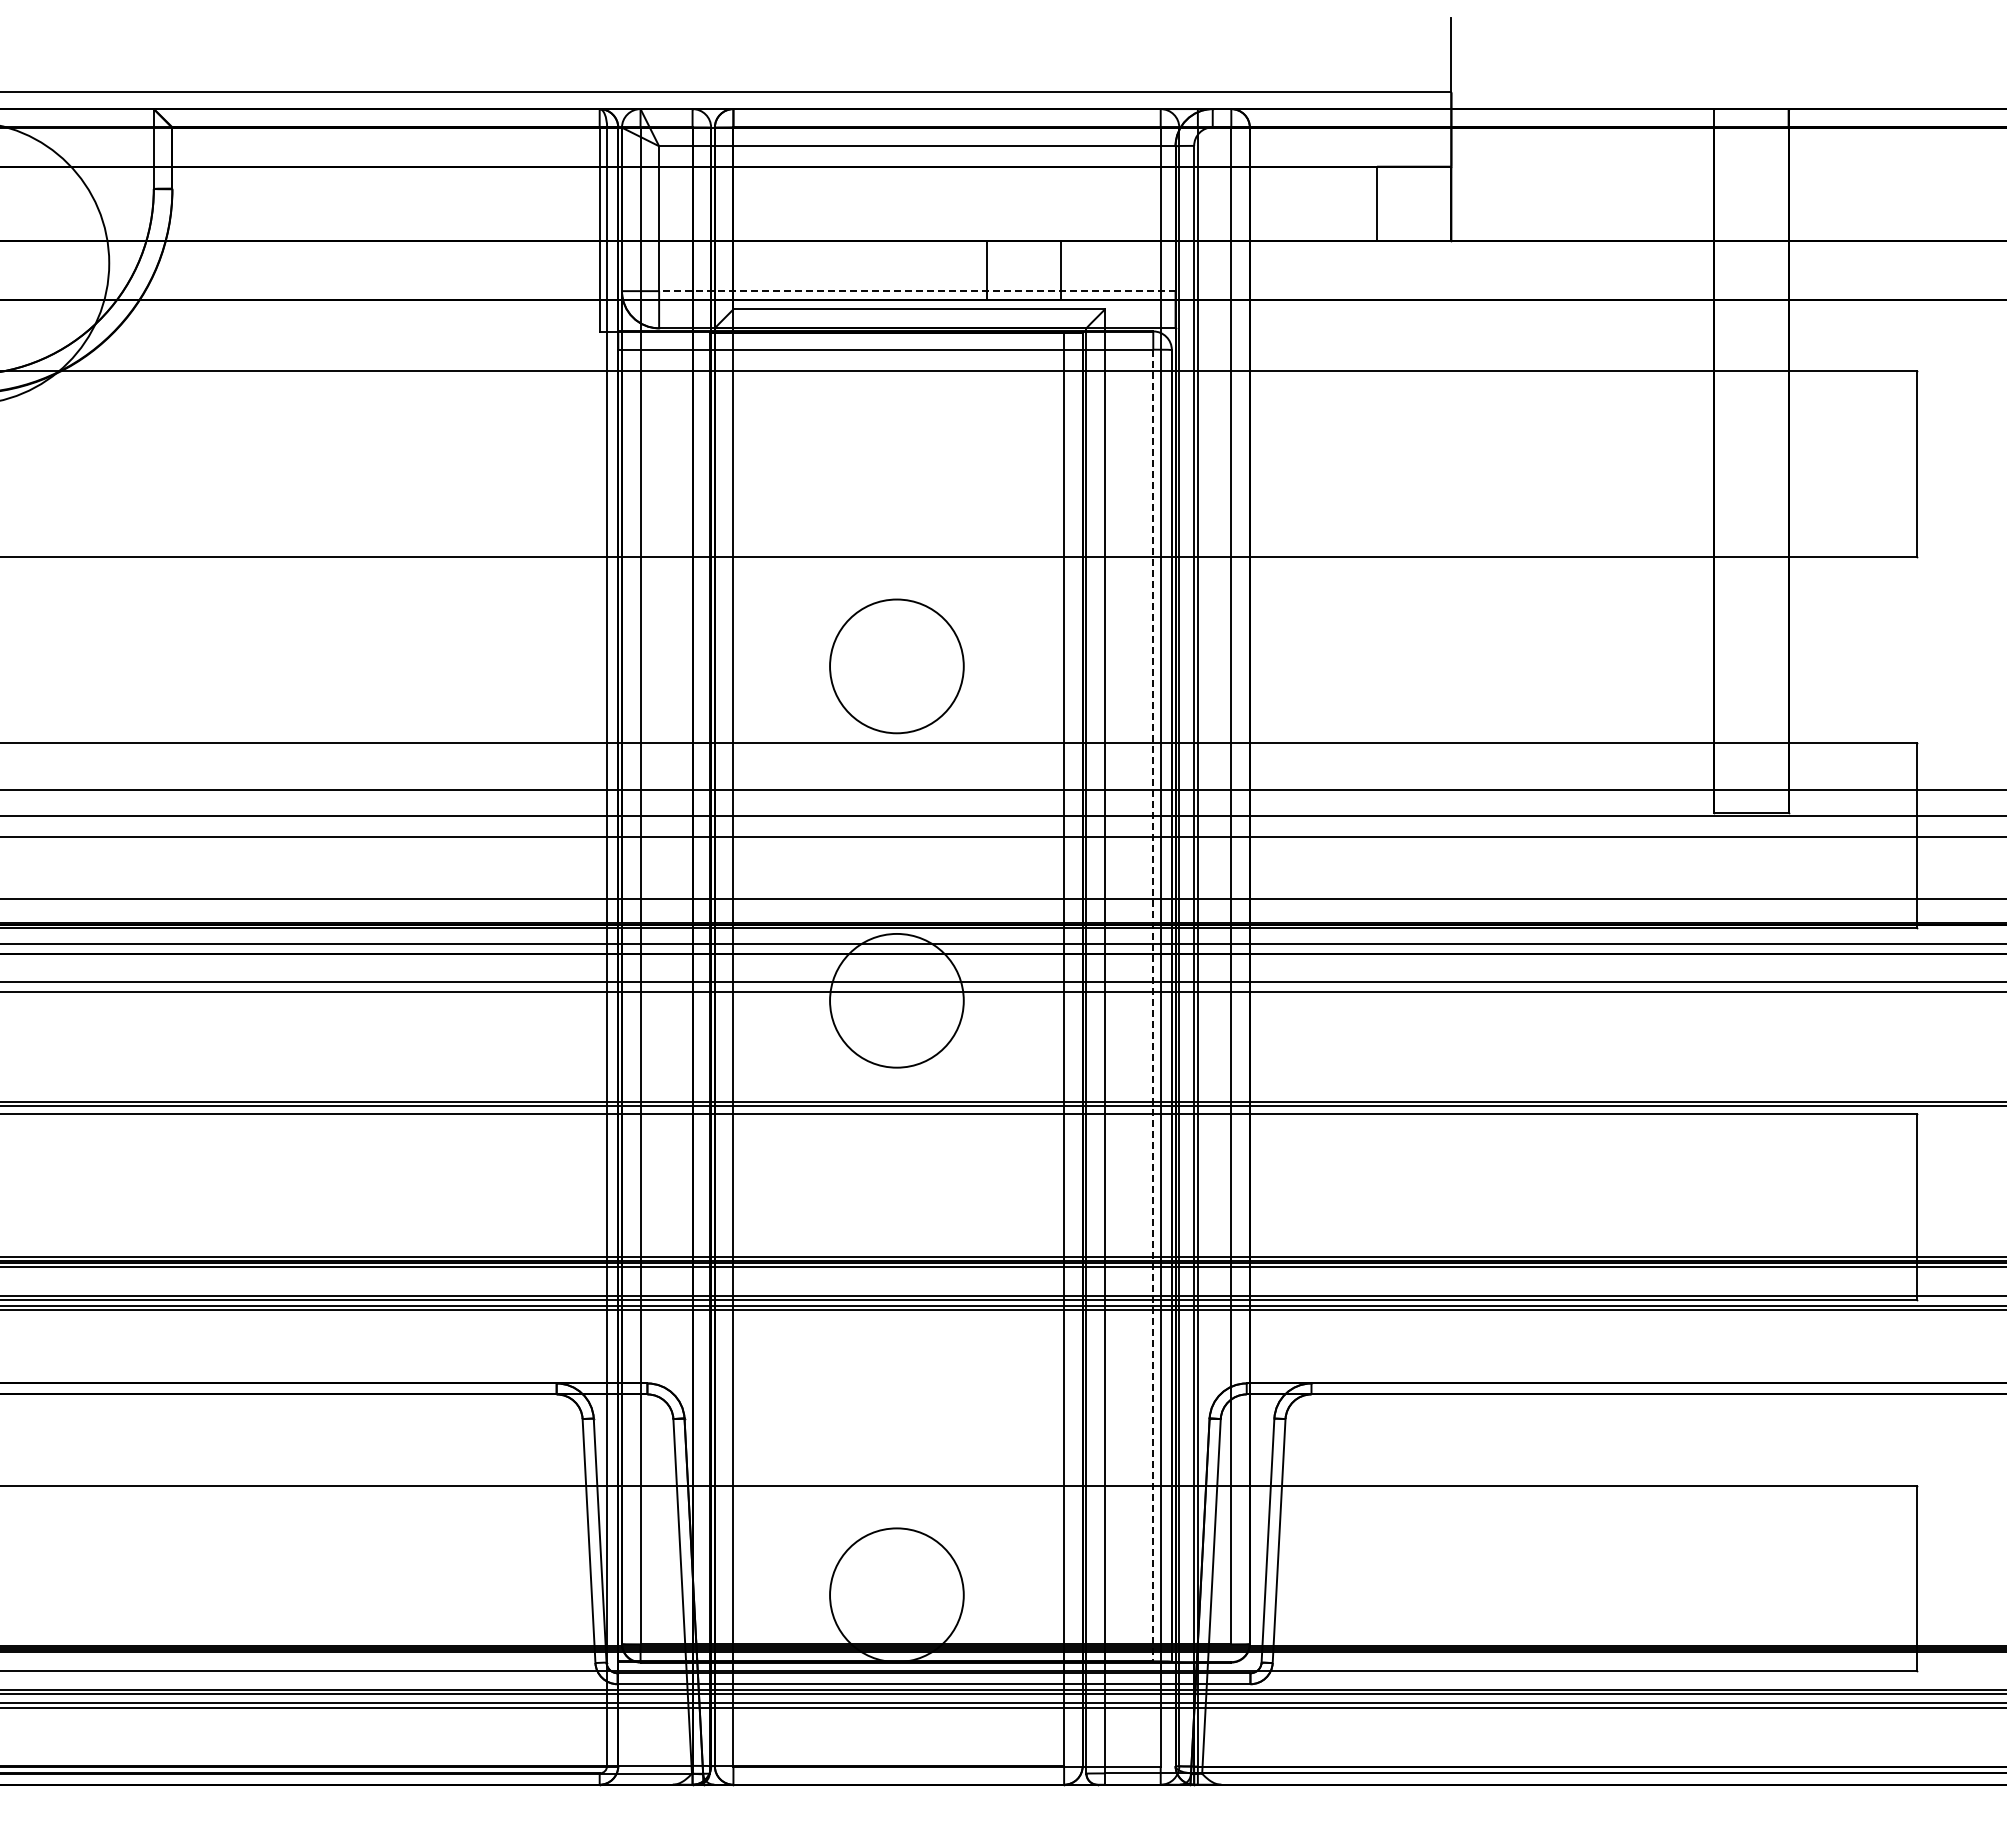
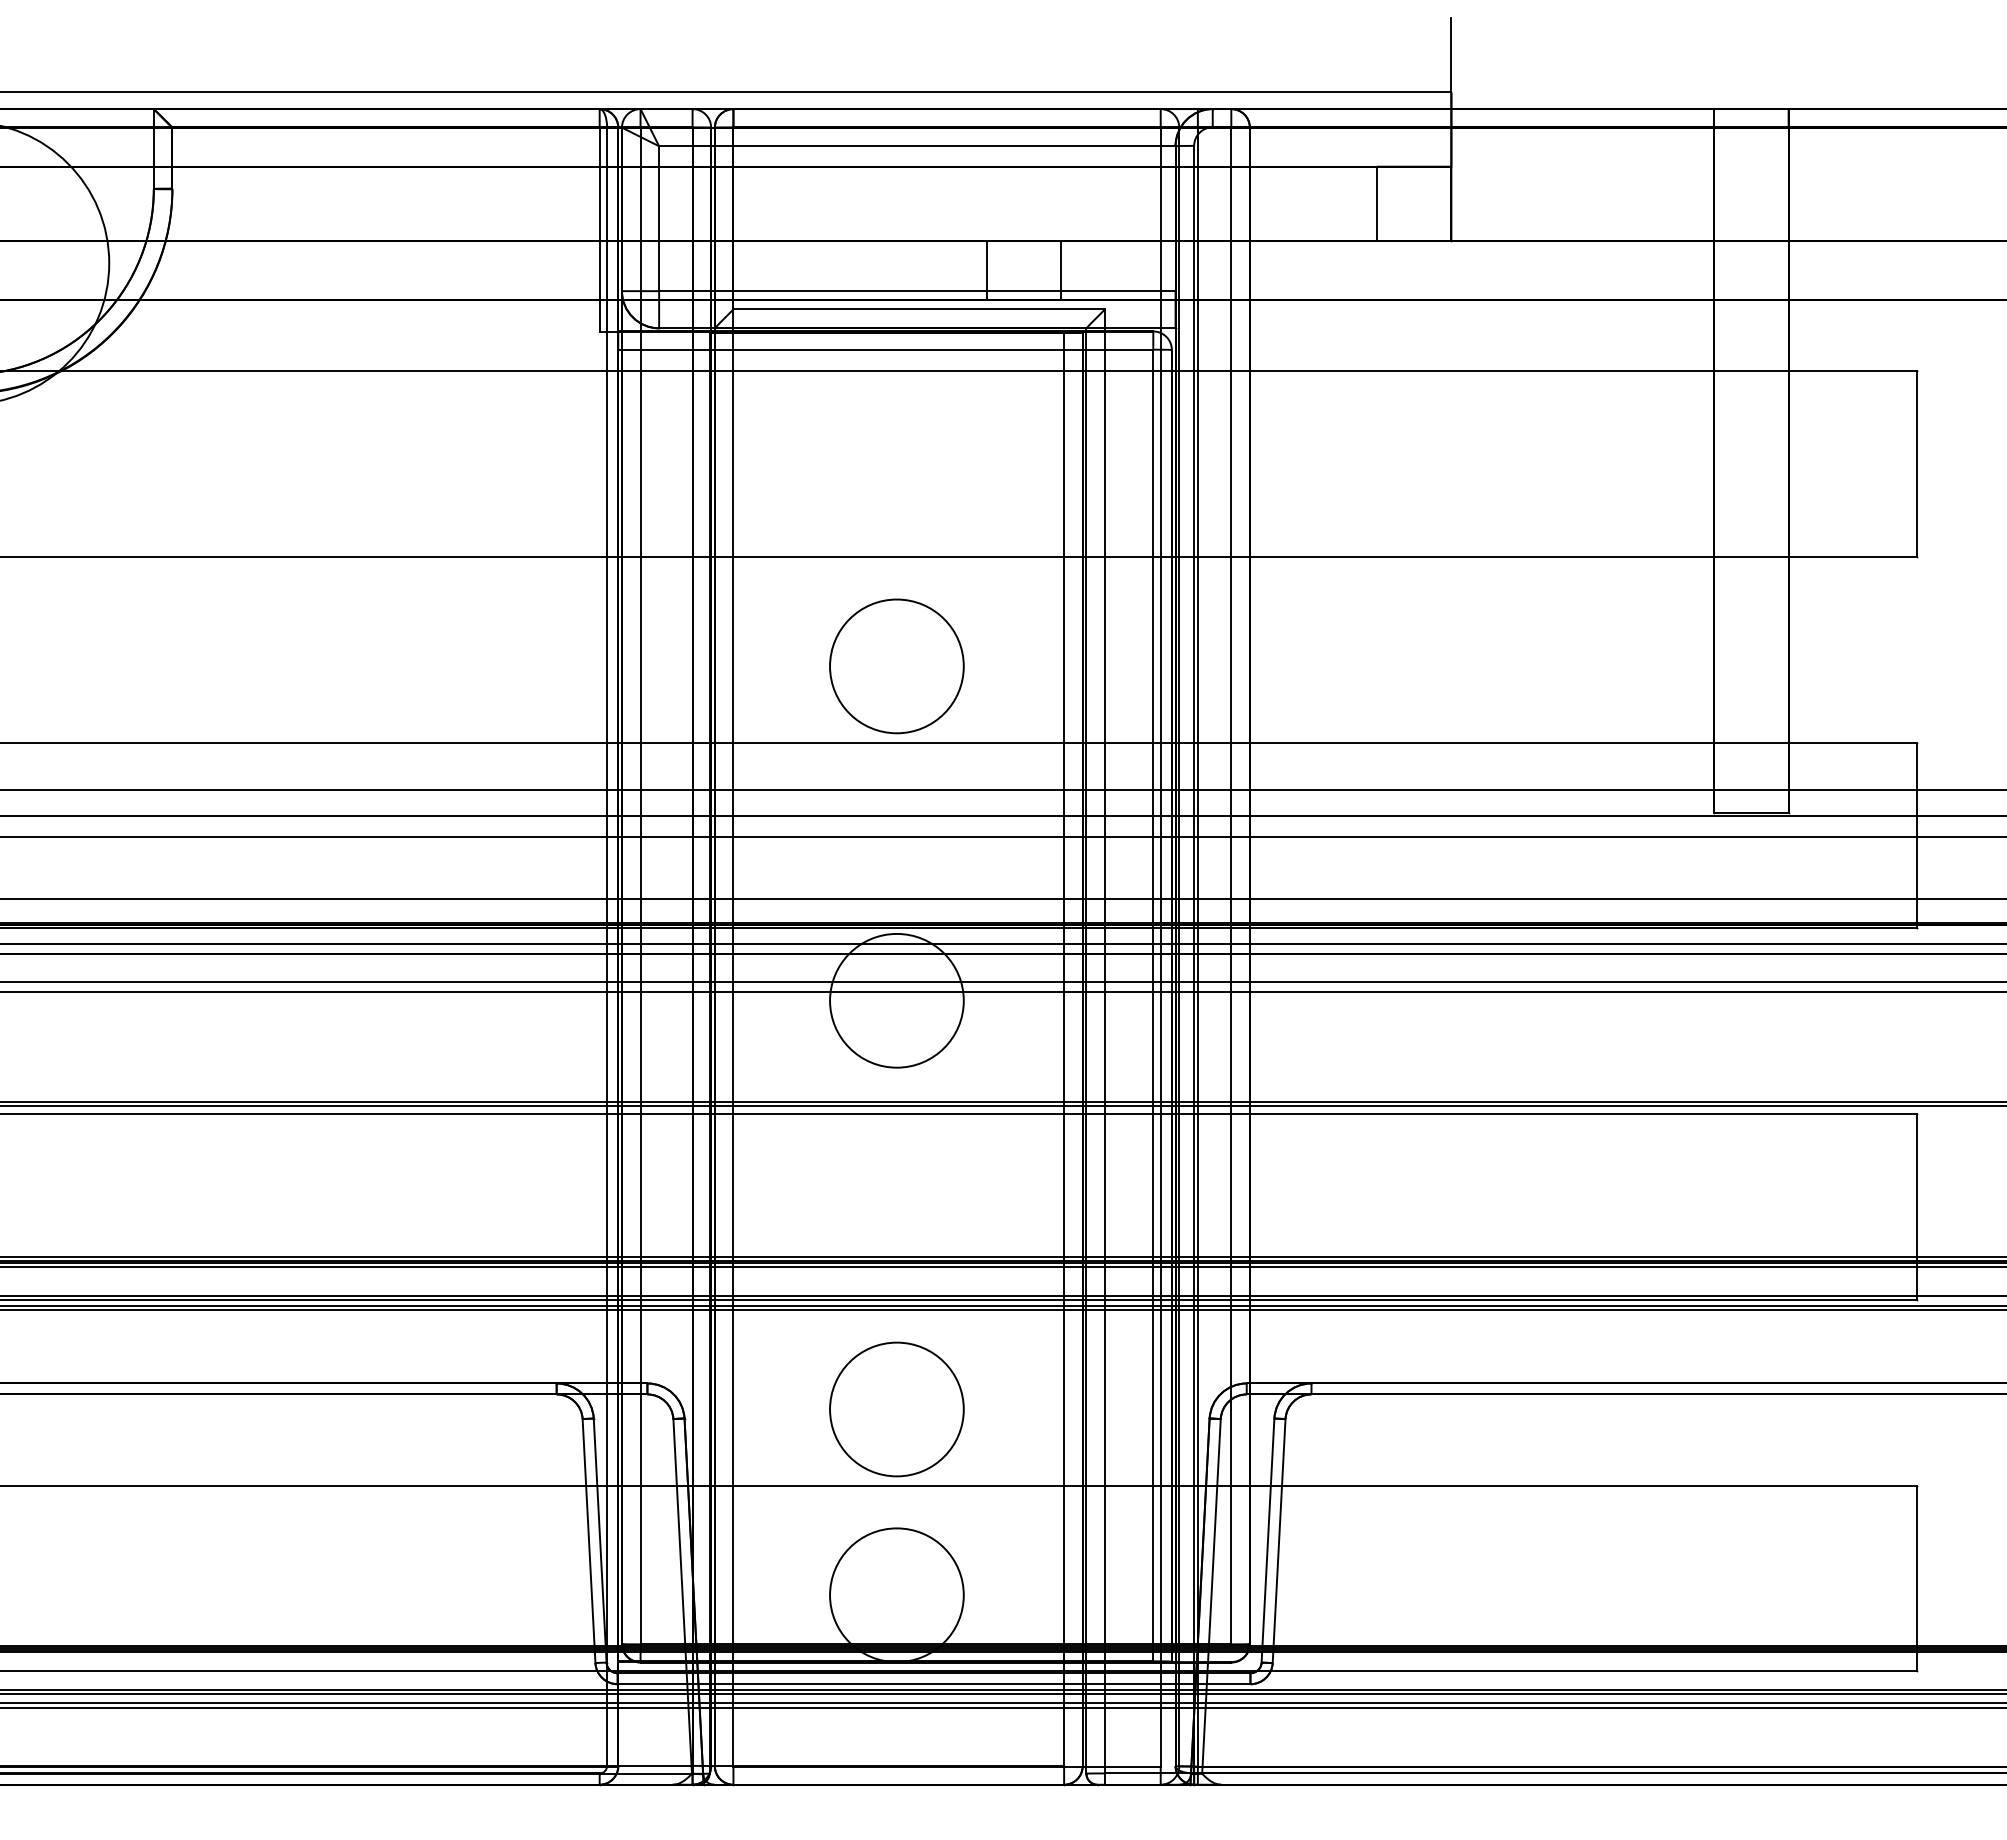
line at (916, 291): dashed -> solid
line at (1153, 1005): dashed -> solid
part at (896, 1409): none -> present
